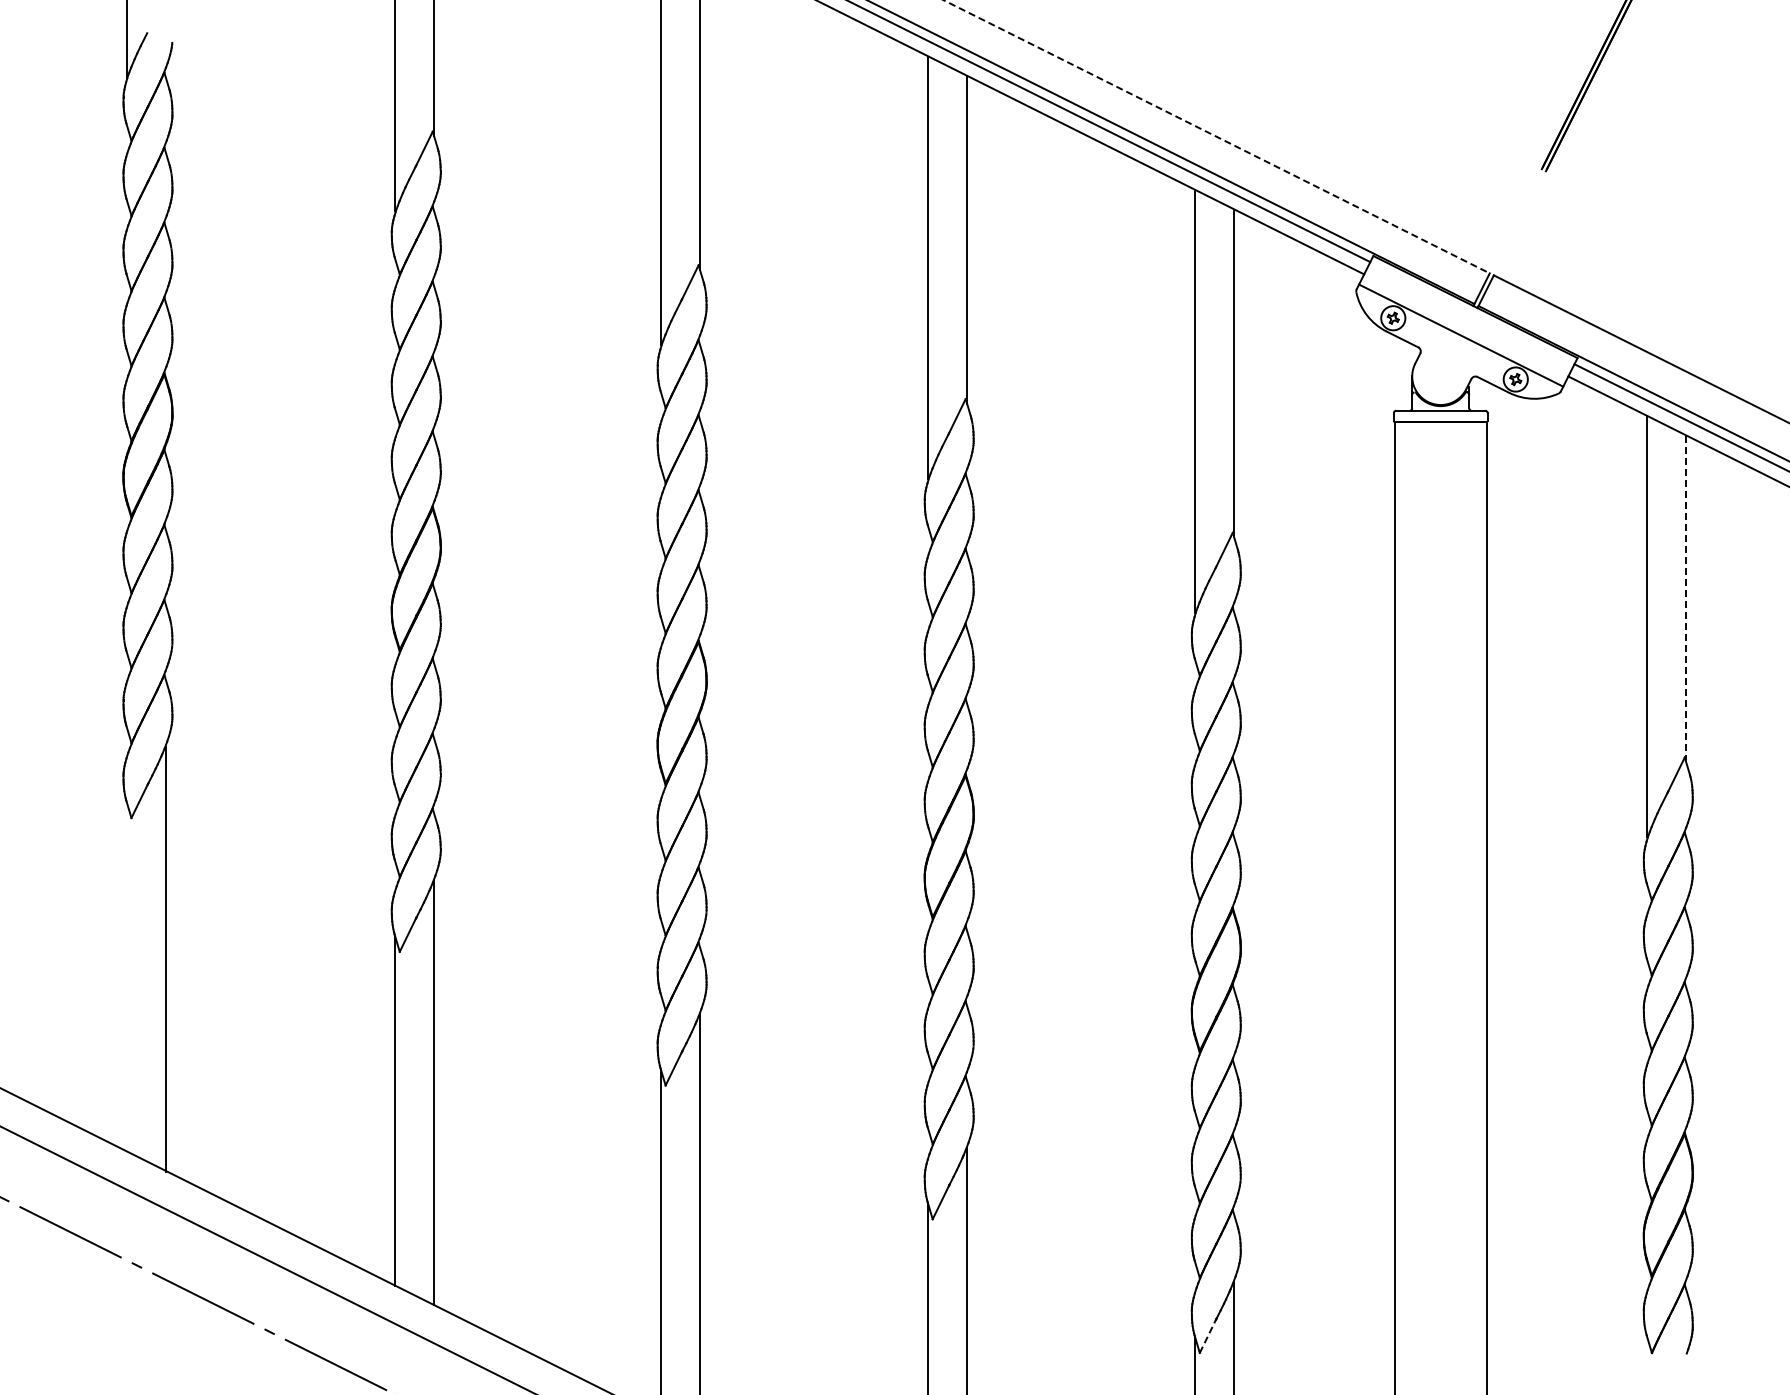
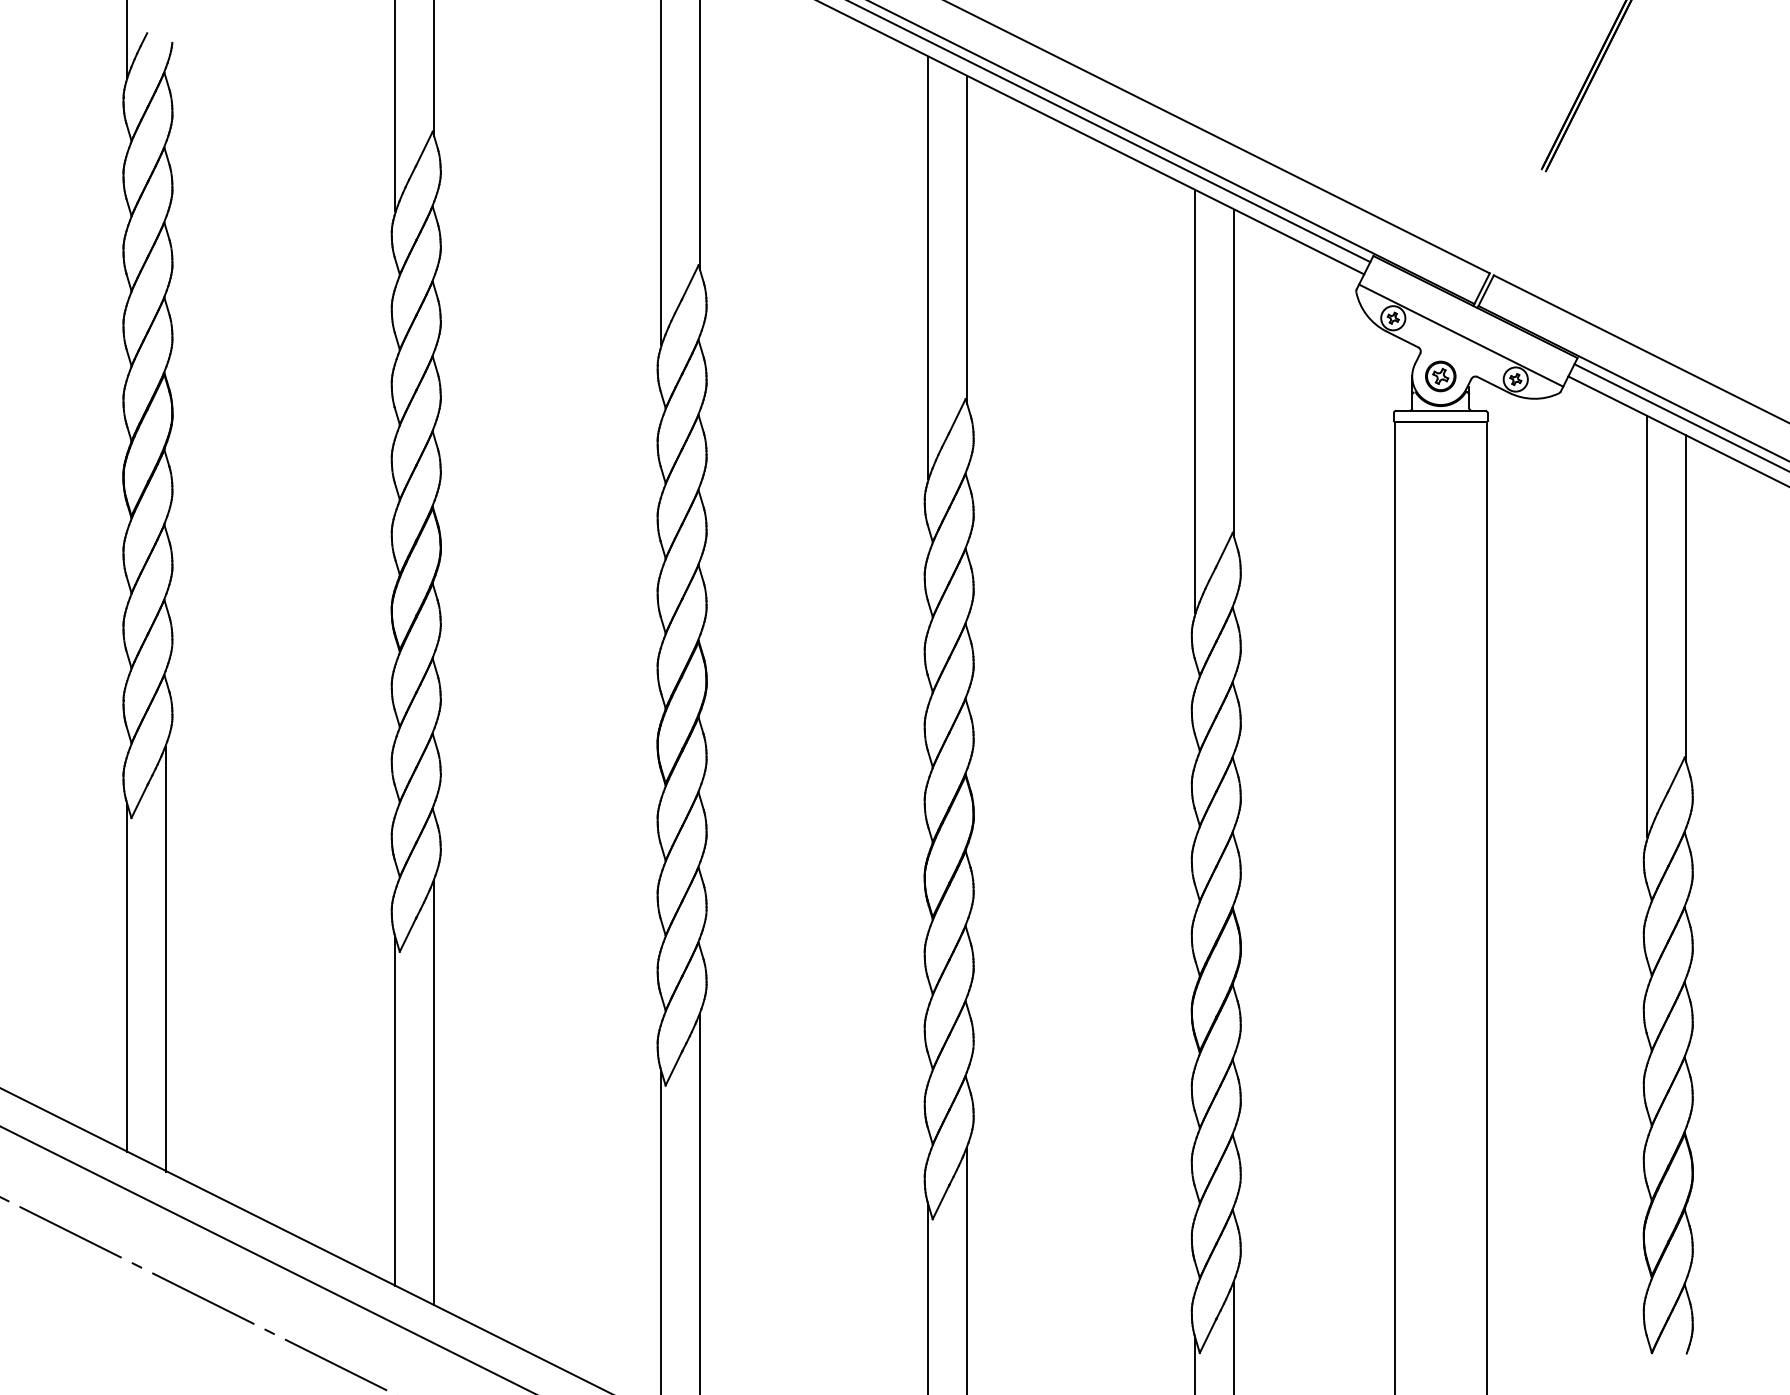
line at (1217, 136): dashed -> solid
part at (1440, 376): none -> present
line at (1686, 598): dashed -> solid
line at (127, 977): none -> present
line at (1208, 1336): dashed -> solid
